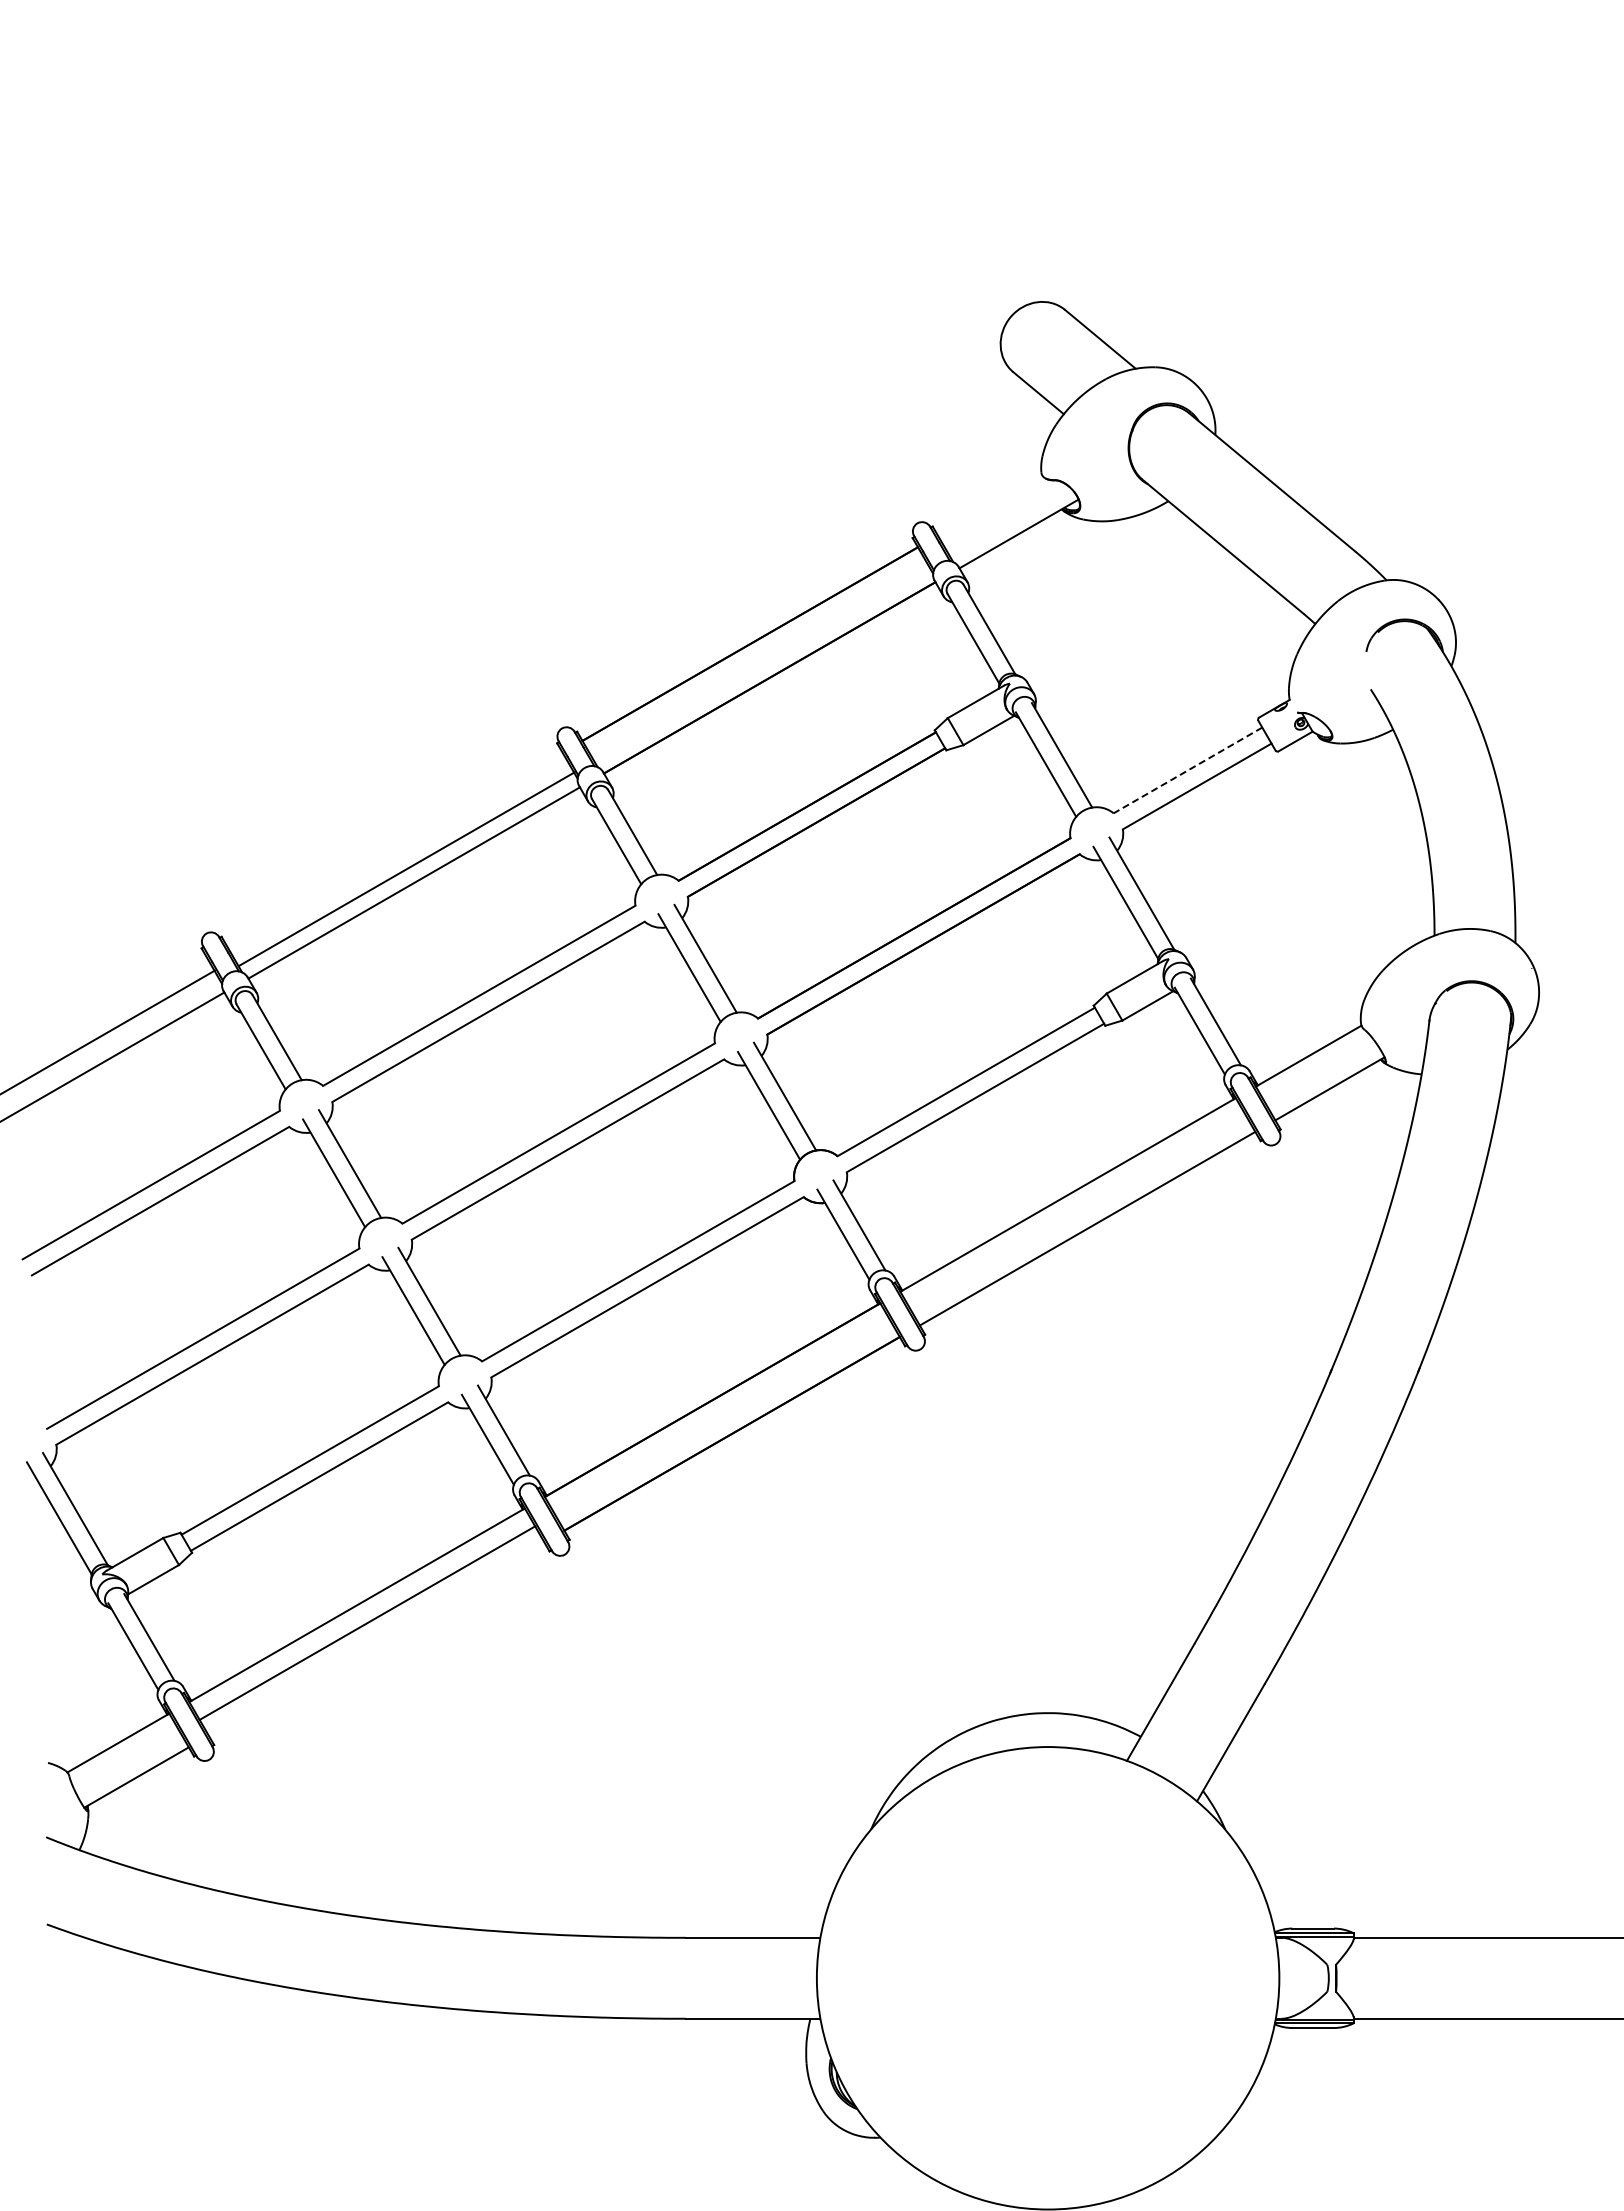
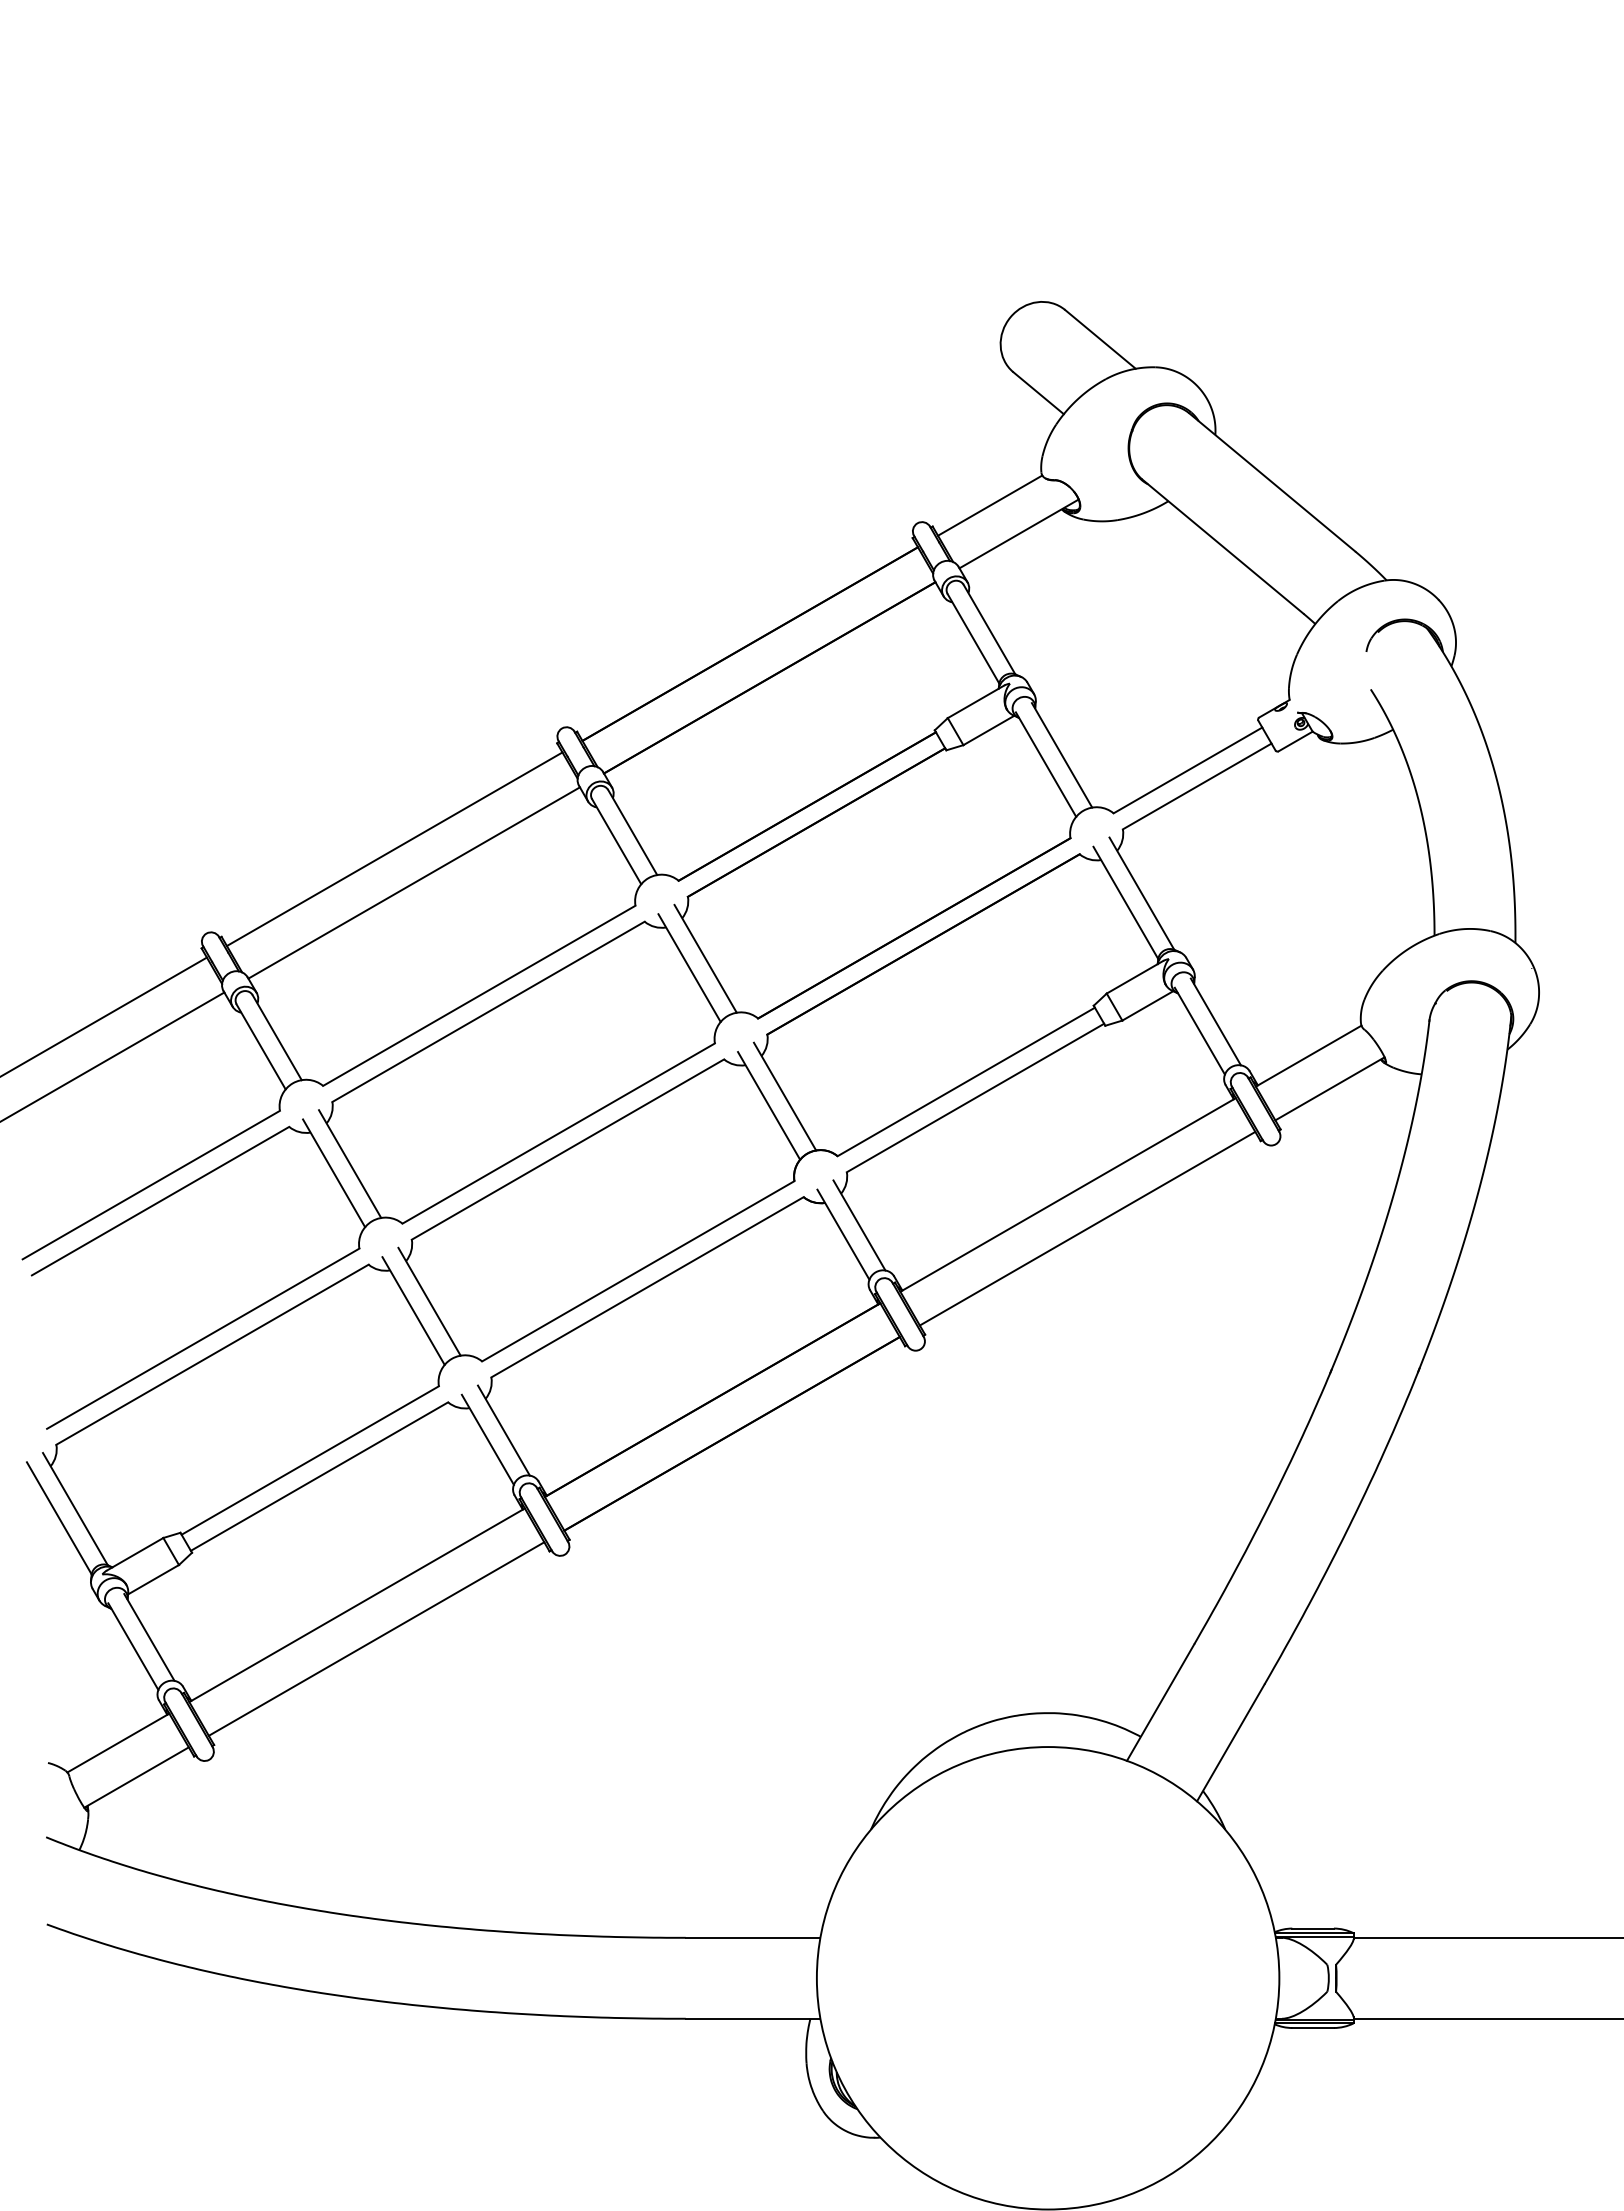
line at (990, 505): none -> present
line at (1187, 770): dashed -> solid
line at (406, 869) position: (406, 869) -> (394, 849)
line at (108, 1031) position: (108, 1031) -> (104, 1016)
line at (367, 1622) position: (367, 1622) -> (376, 1638)
